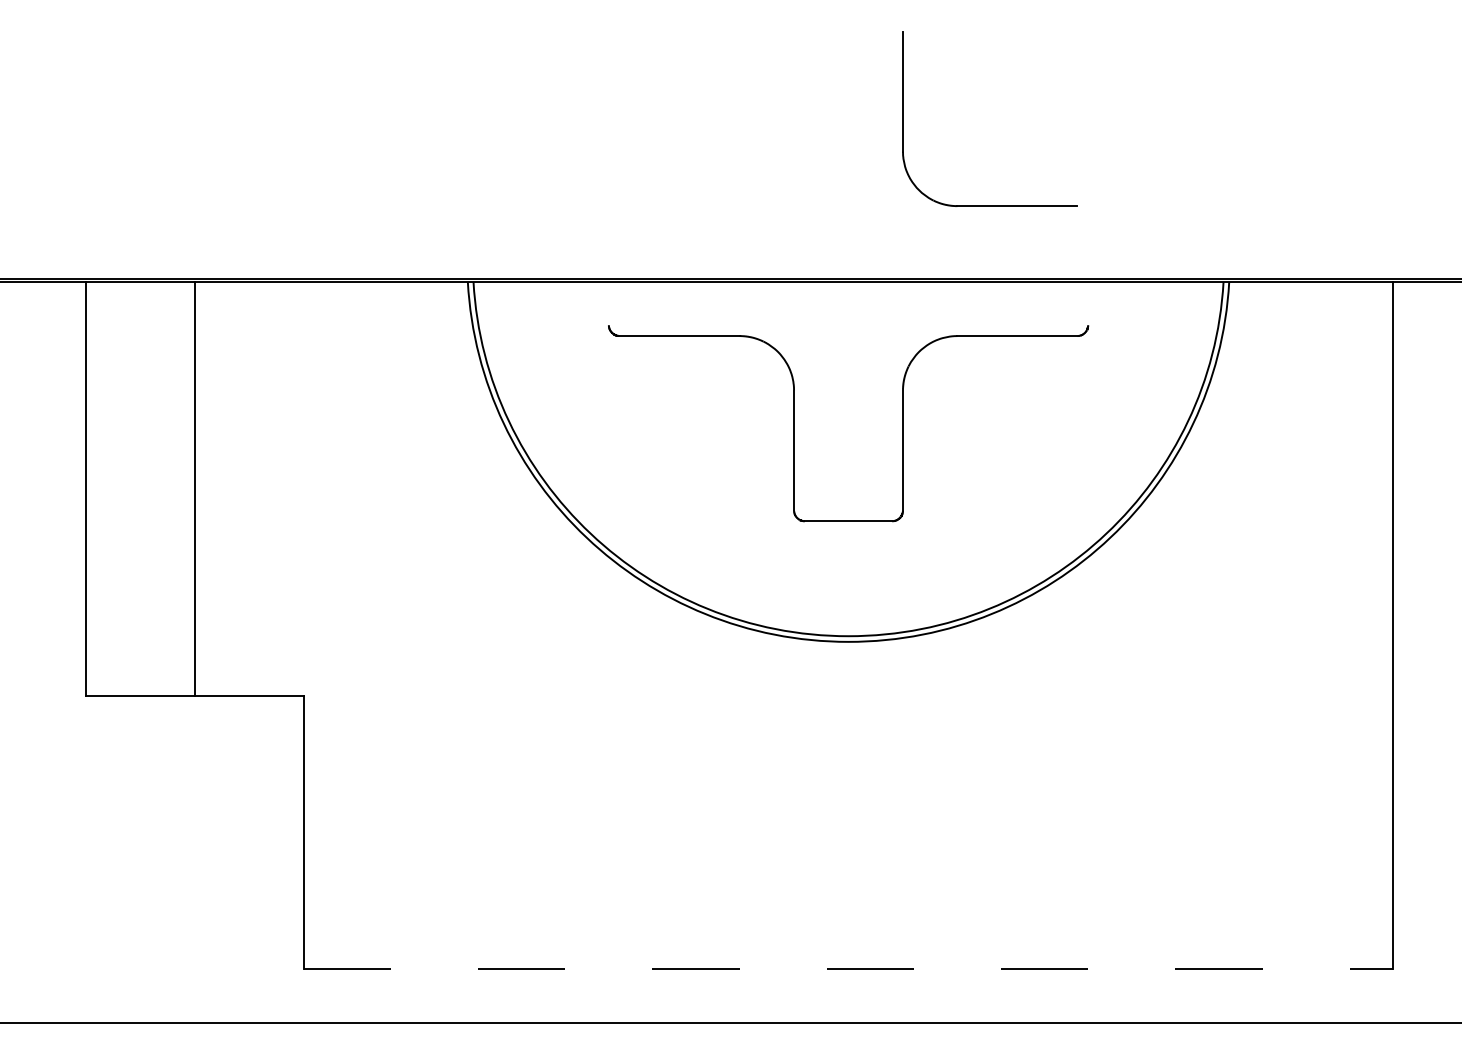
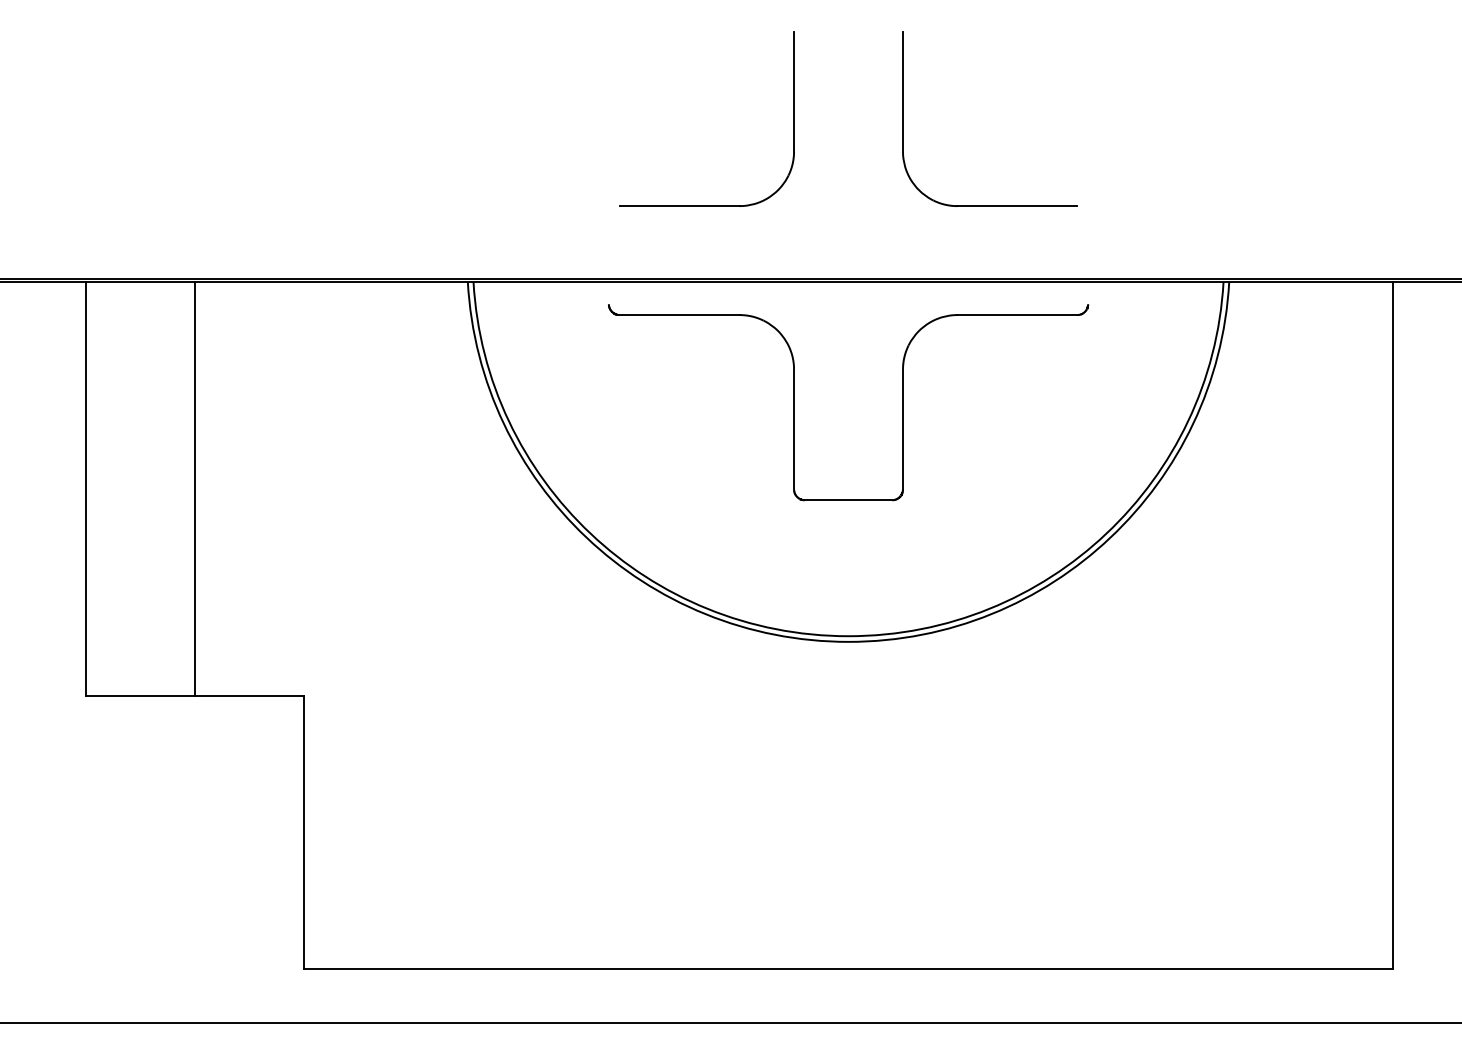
part at (793, 118): none -> present
part at (794, 423) position: (794, 423) -> (794, 402)
line at (848, 968): dashed -> solid
